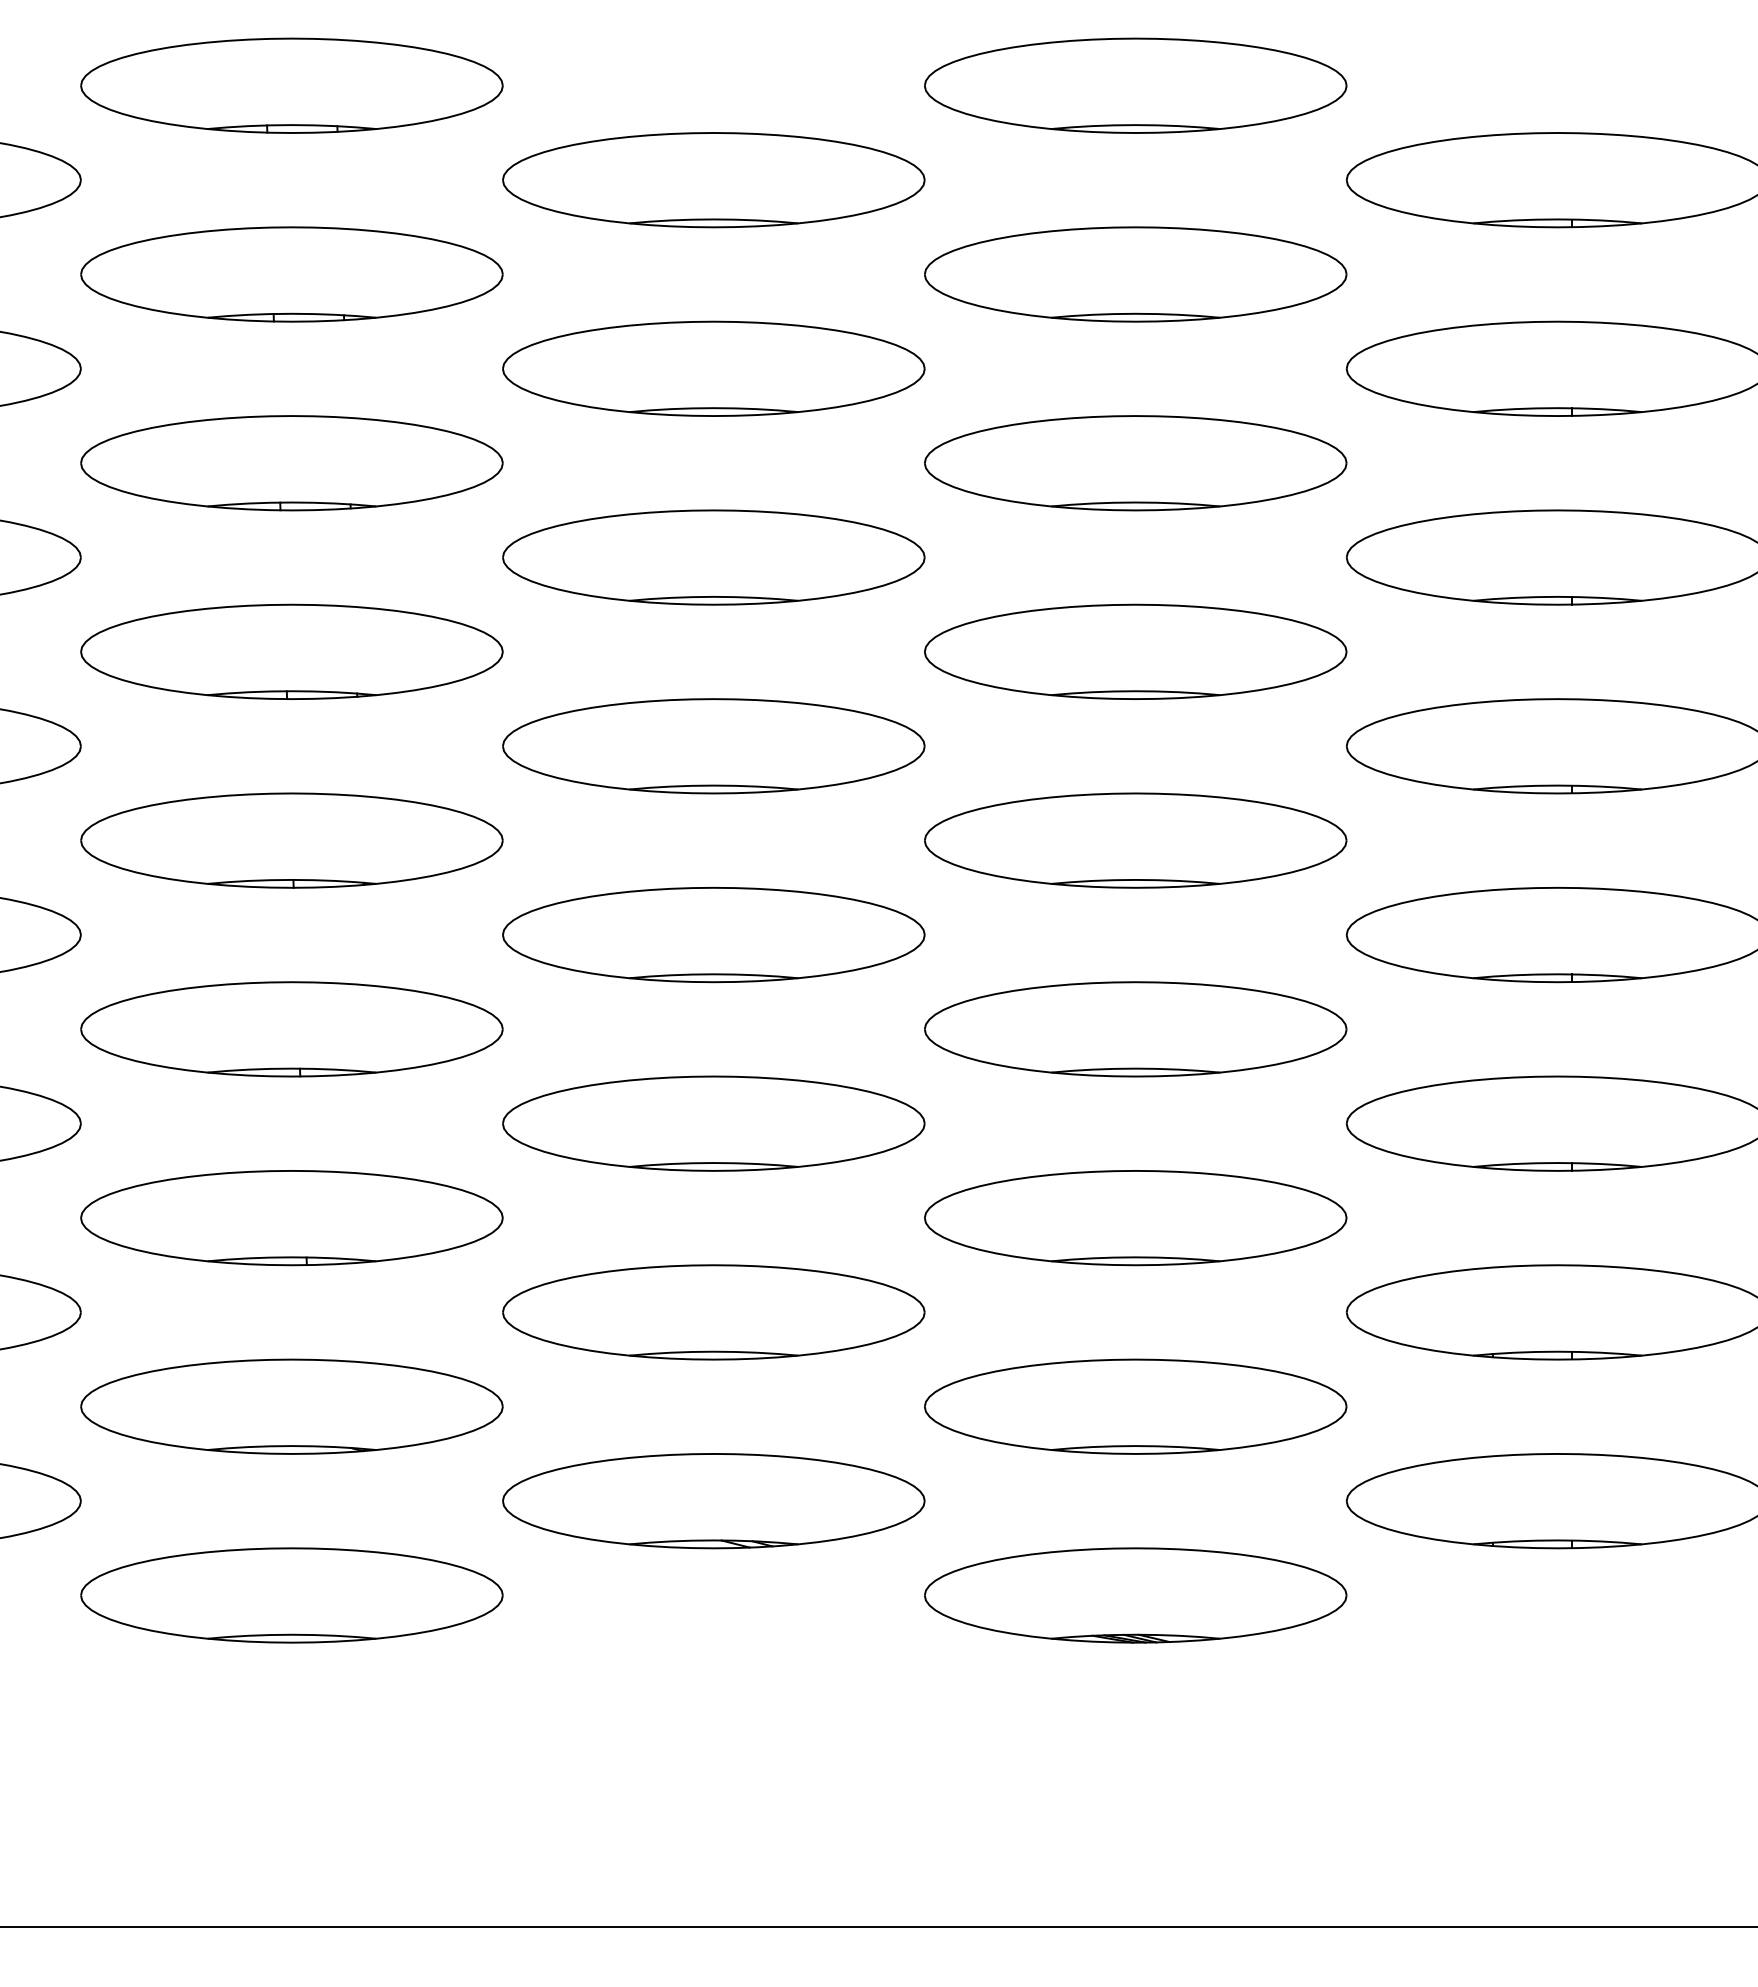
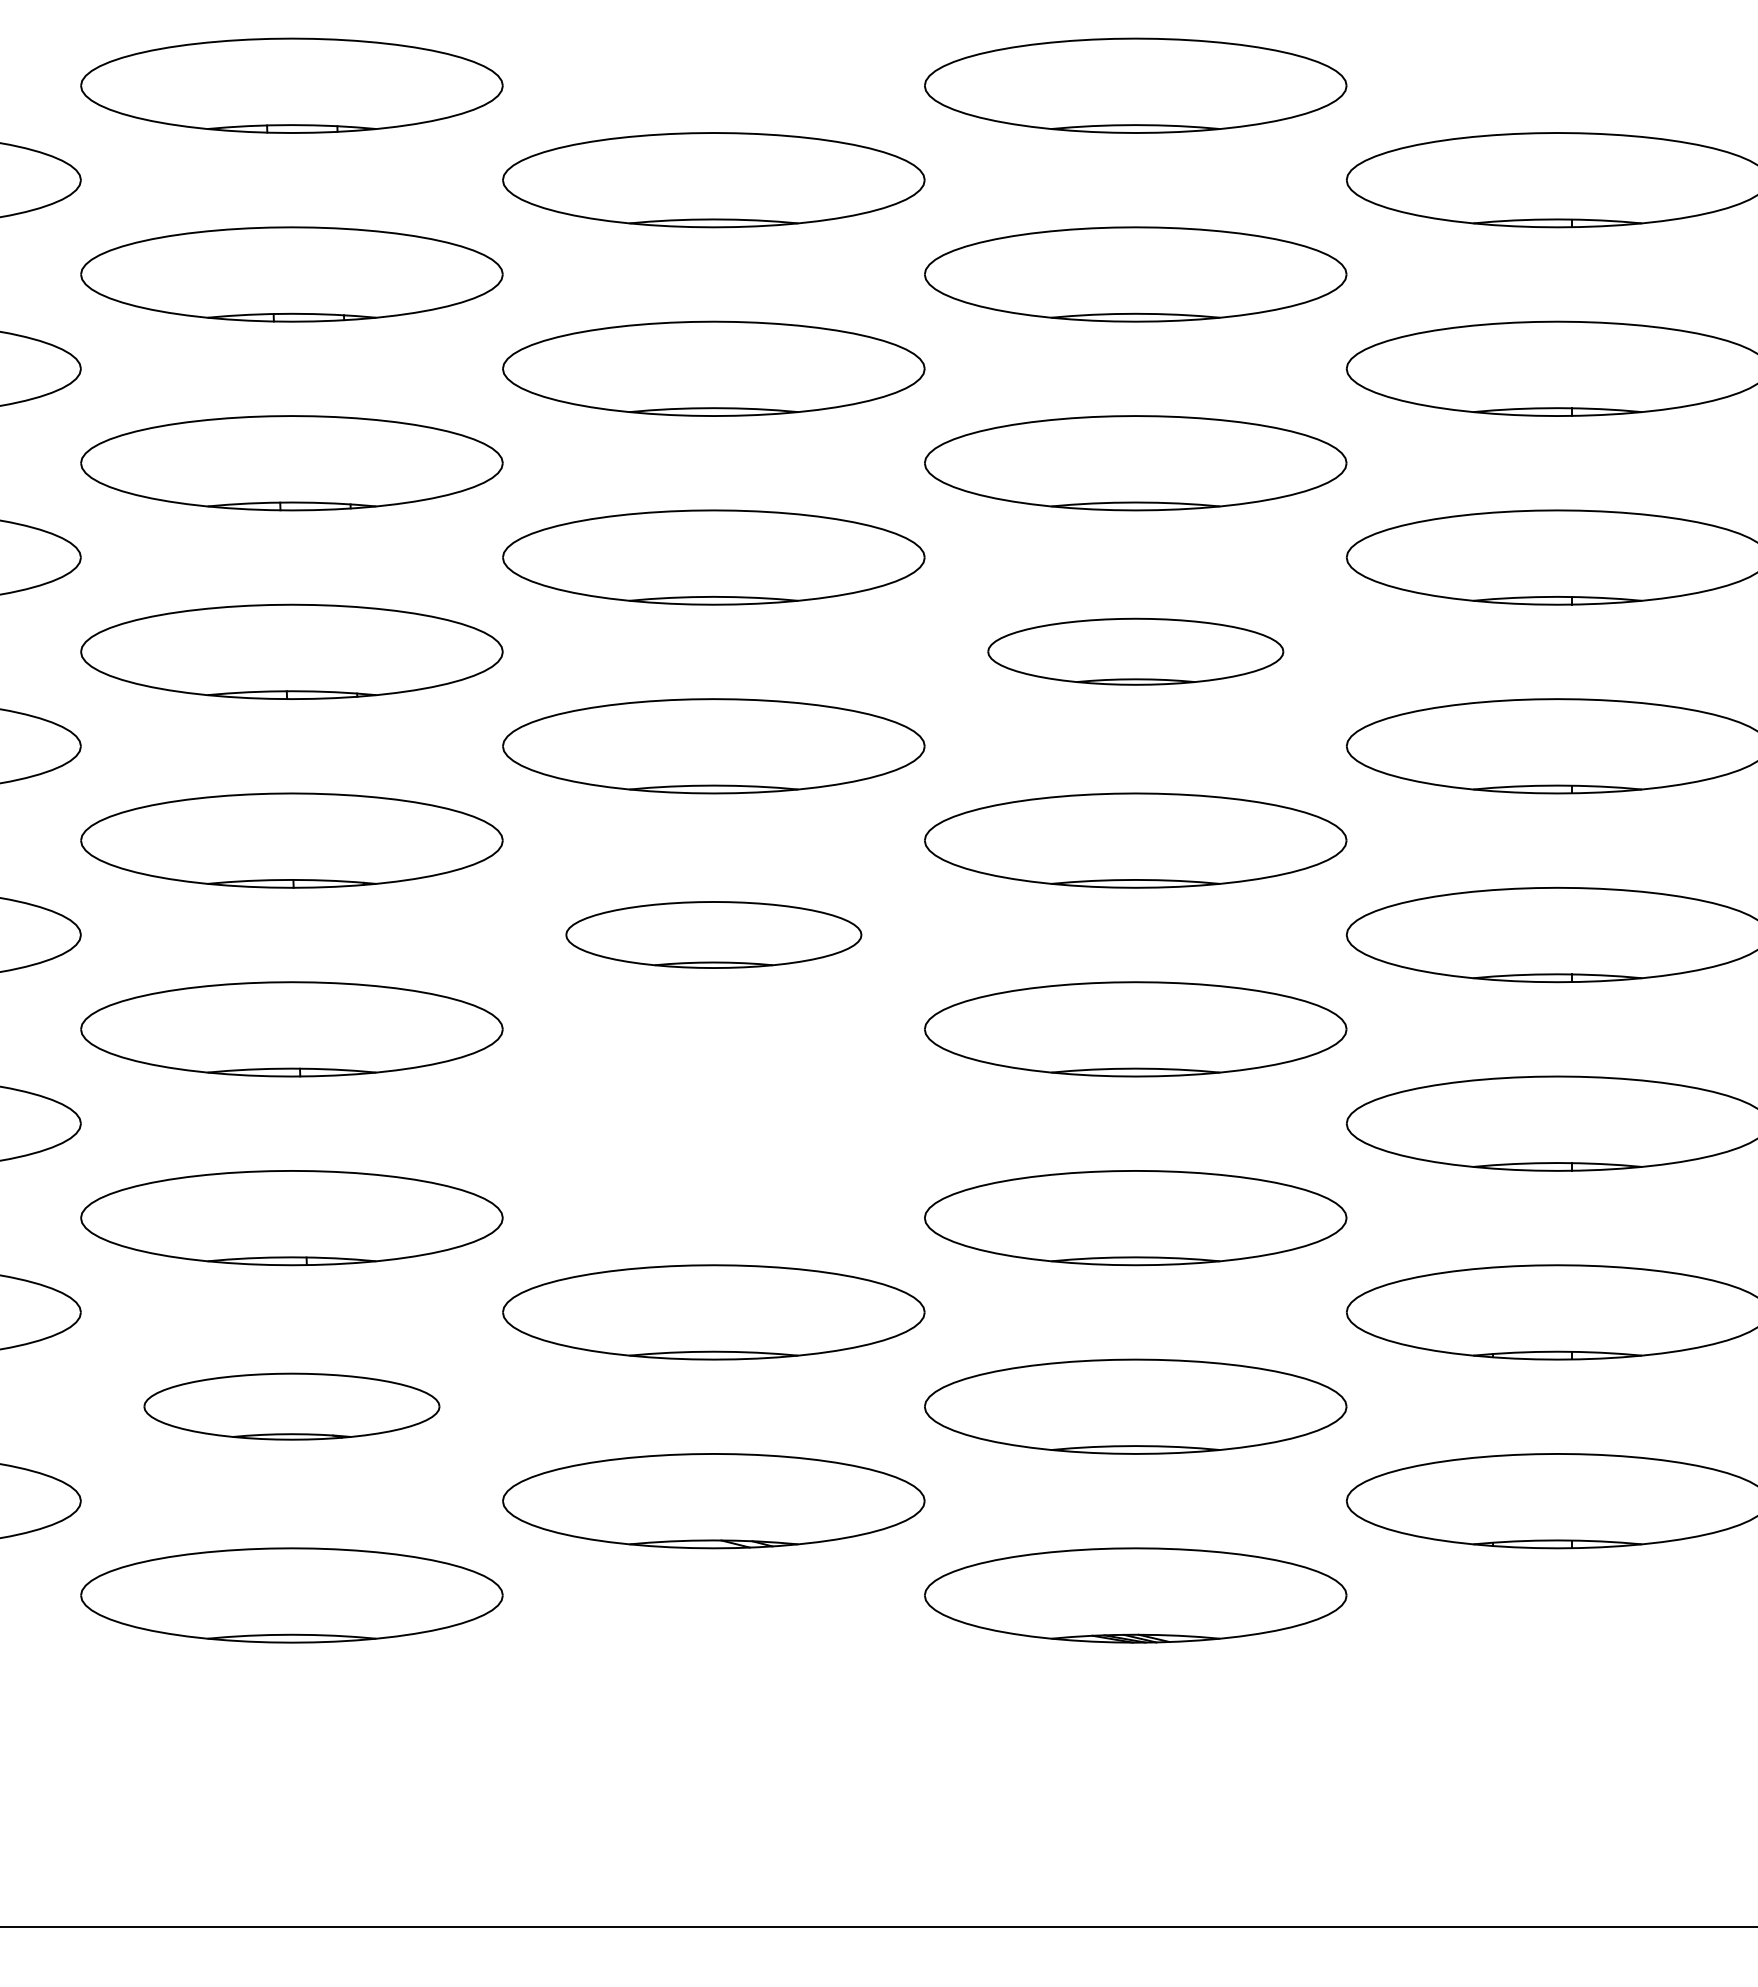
part at (1135, 651) size: 424x97 px -> 298x69 px
part at (713, 934) size: 424x98 px -> 298x68 px
part at (713, 1123): present -> none
part at (291, 1406) size: 424x97 px -> 298x69 px
